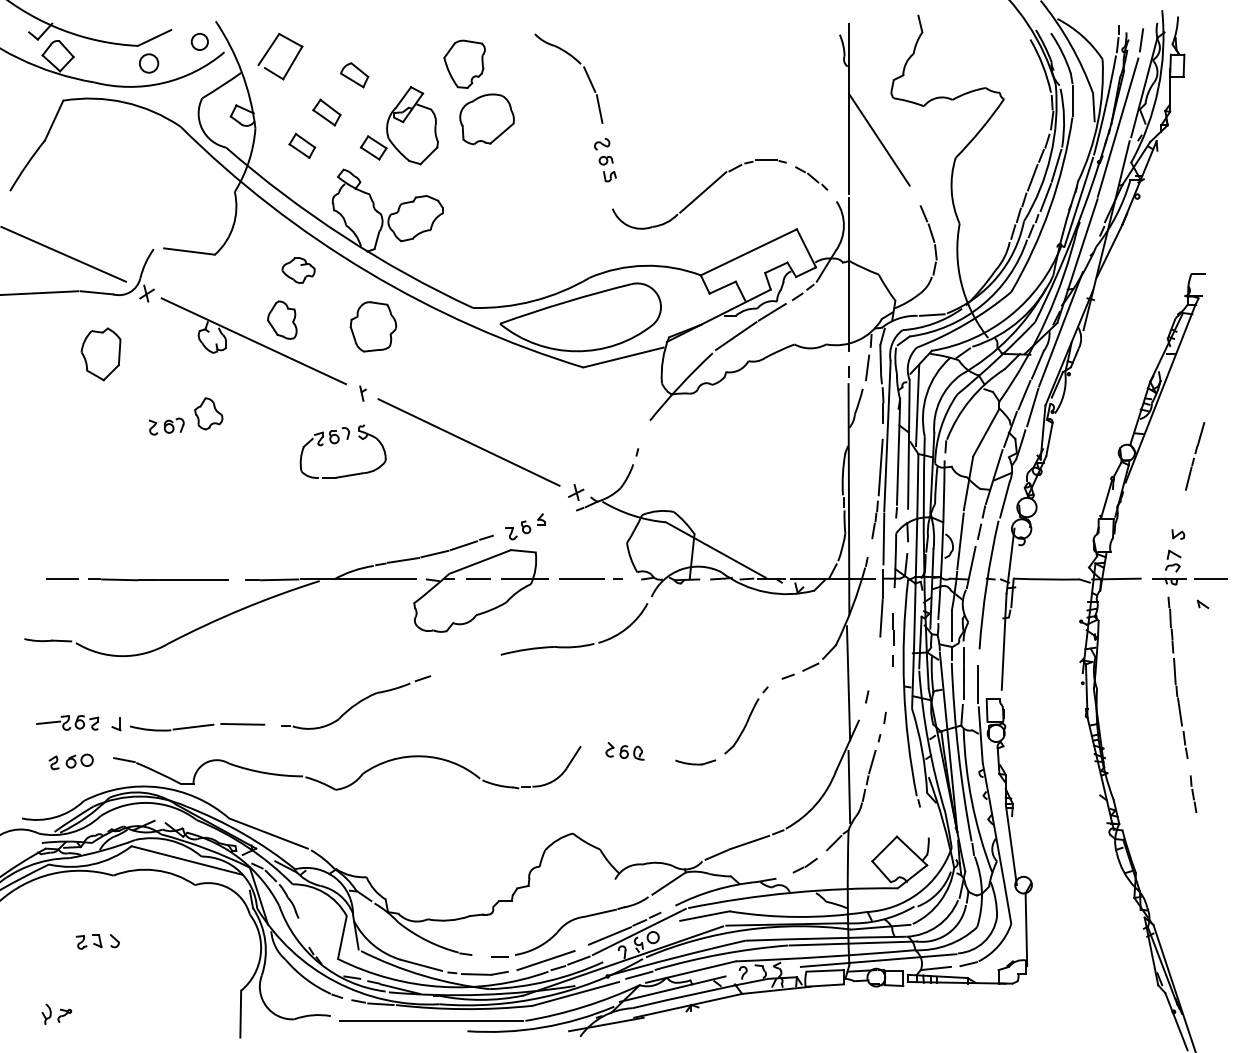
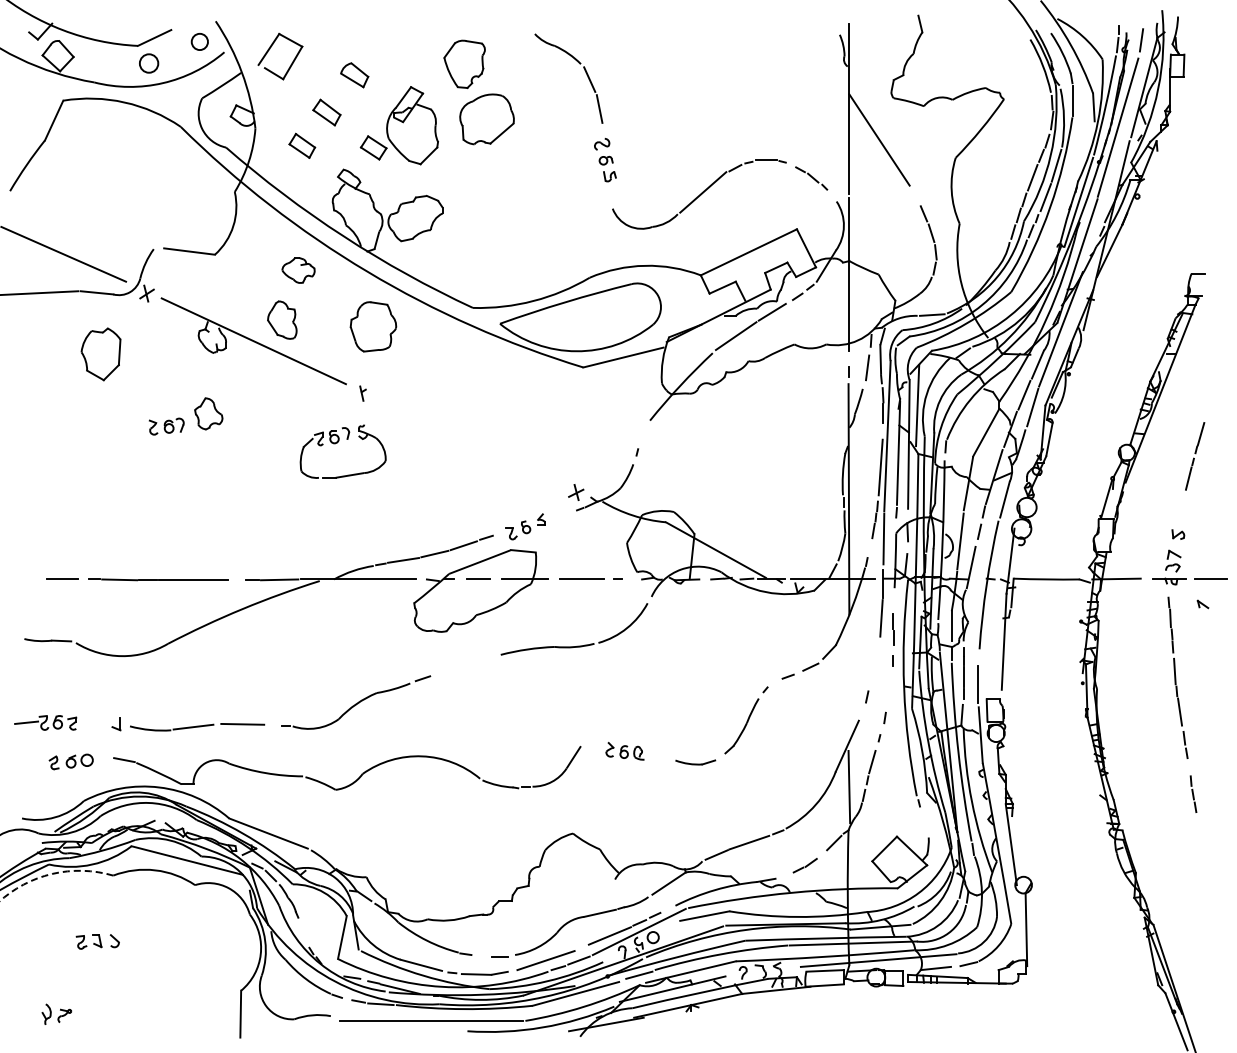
line at (468, 442): present -> none
line at (848, 683): present -> none
part at (67, 722) position: (67, 722) -> (45, 722)
arc at (53, 873): solid -> dashed
